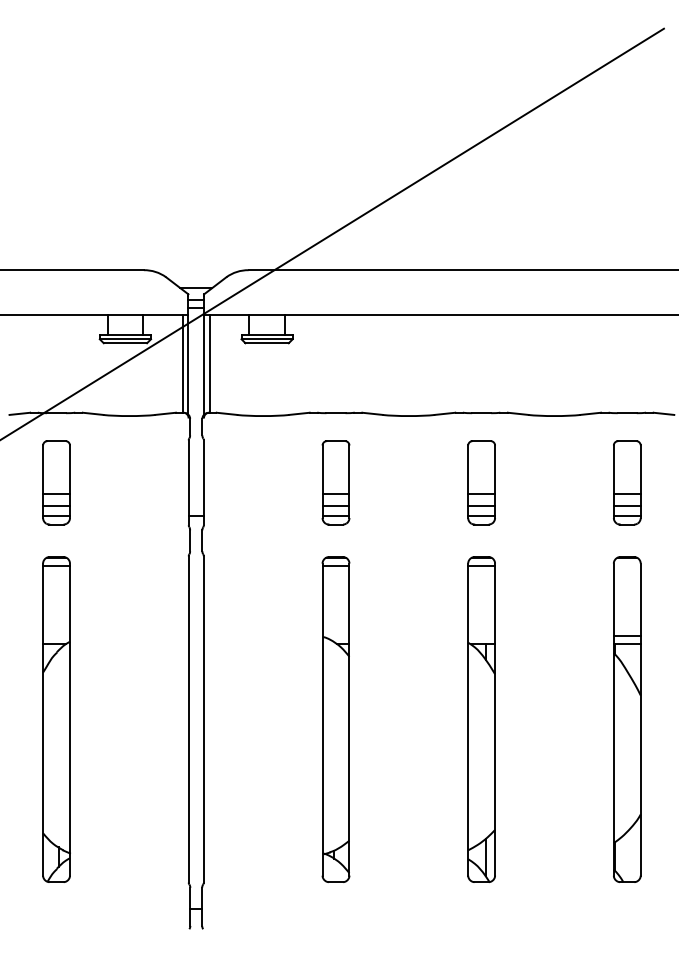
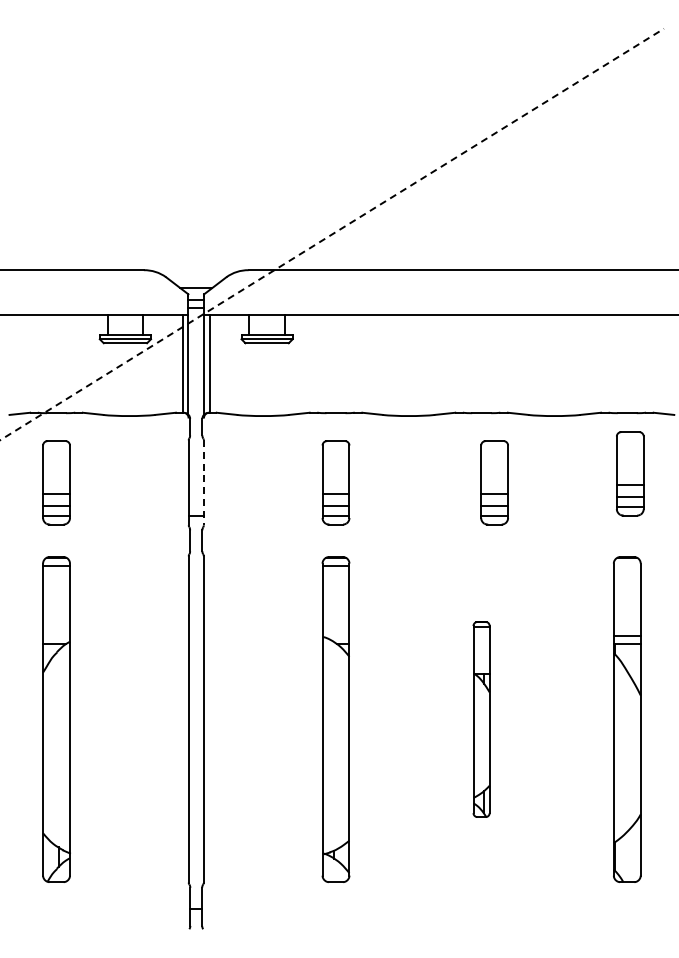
line at (332, 234): solid -> dashed
line at (203, 482): solid -> dashed
part at (481, 482) position: (481, 482) -> (494, 482)
part at (627, 482) position: (627, 482) -> (630, 473)
part at (481, 719) size: 29x327 px -> 19x197 px
